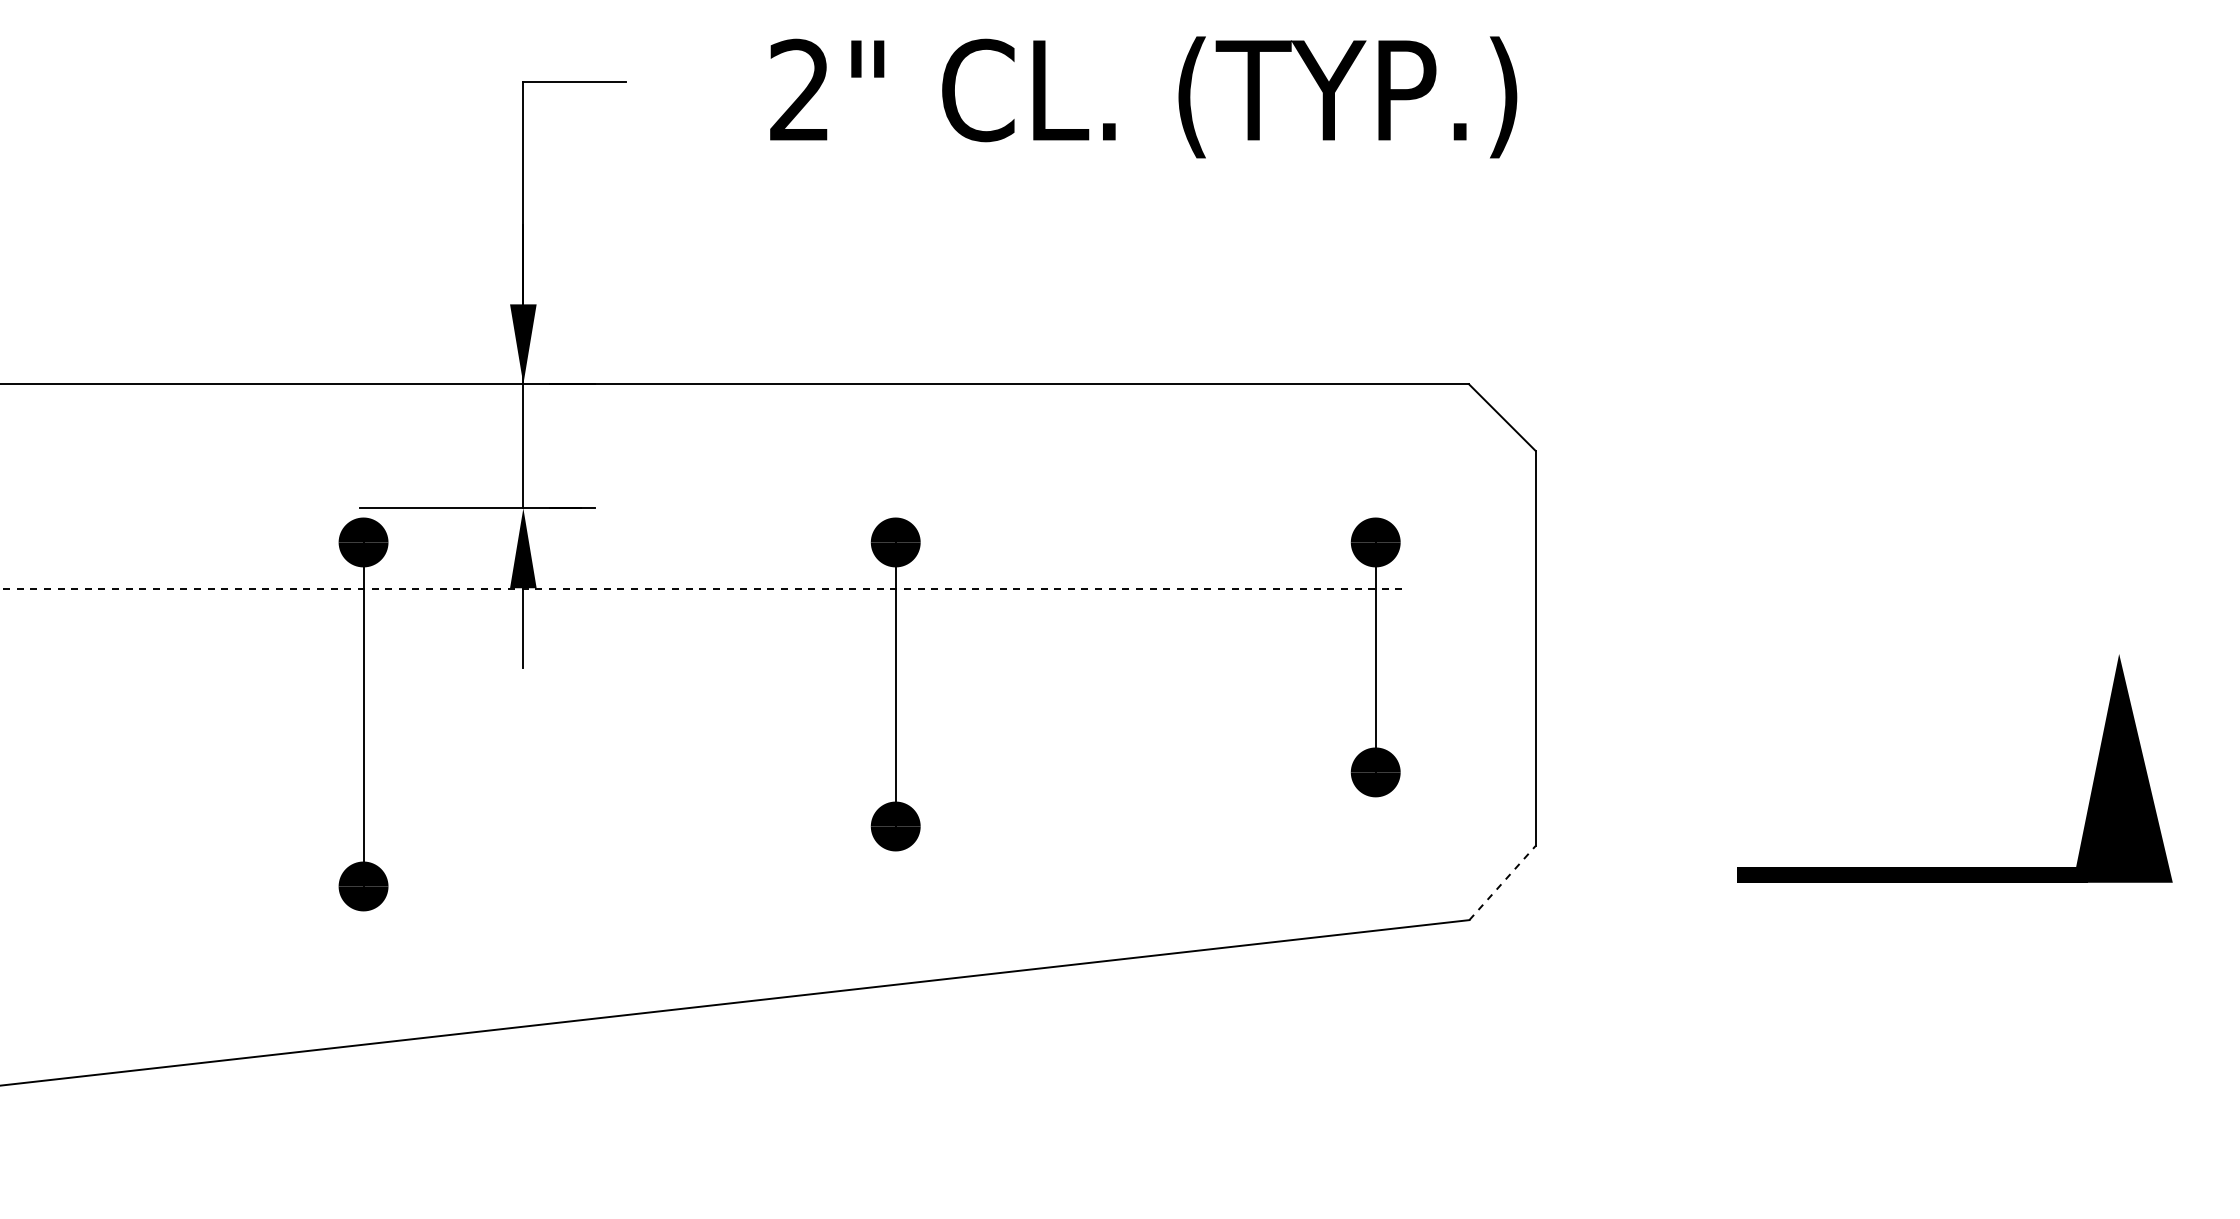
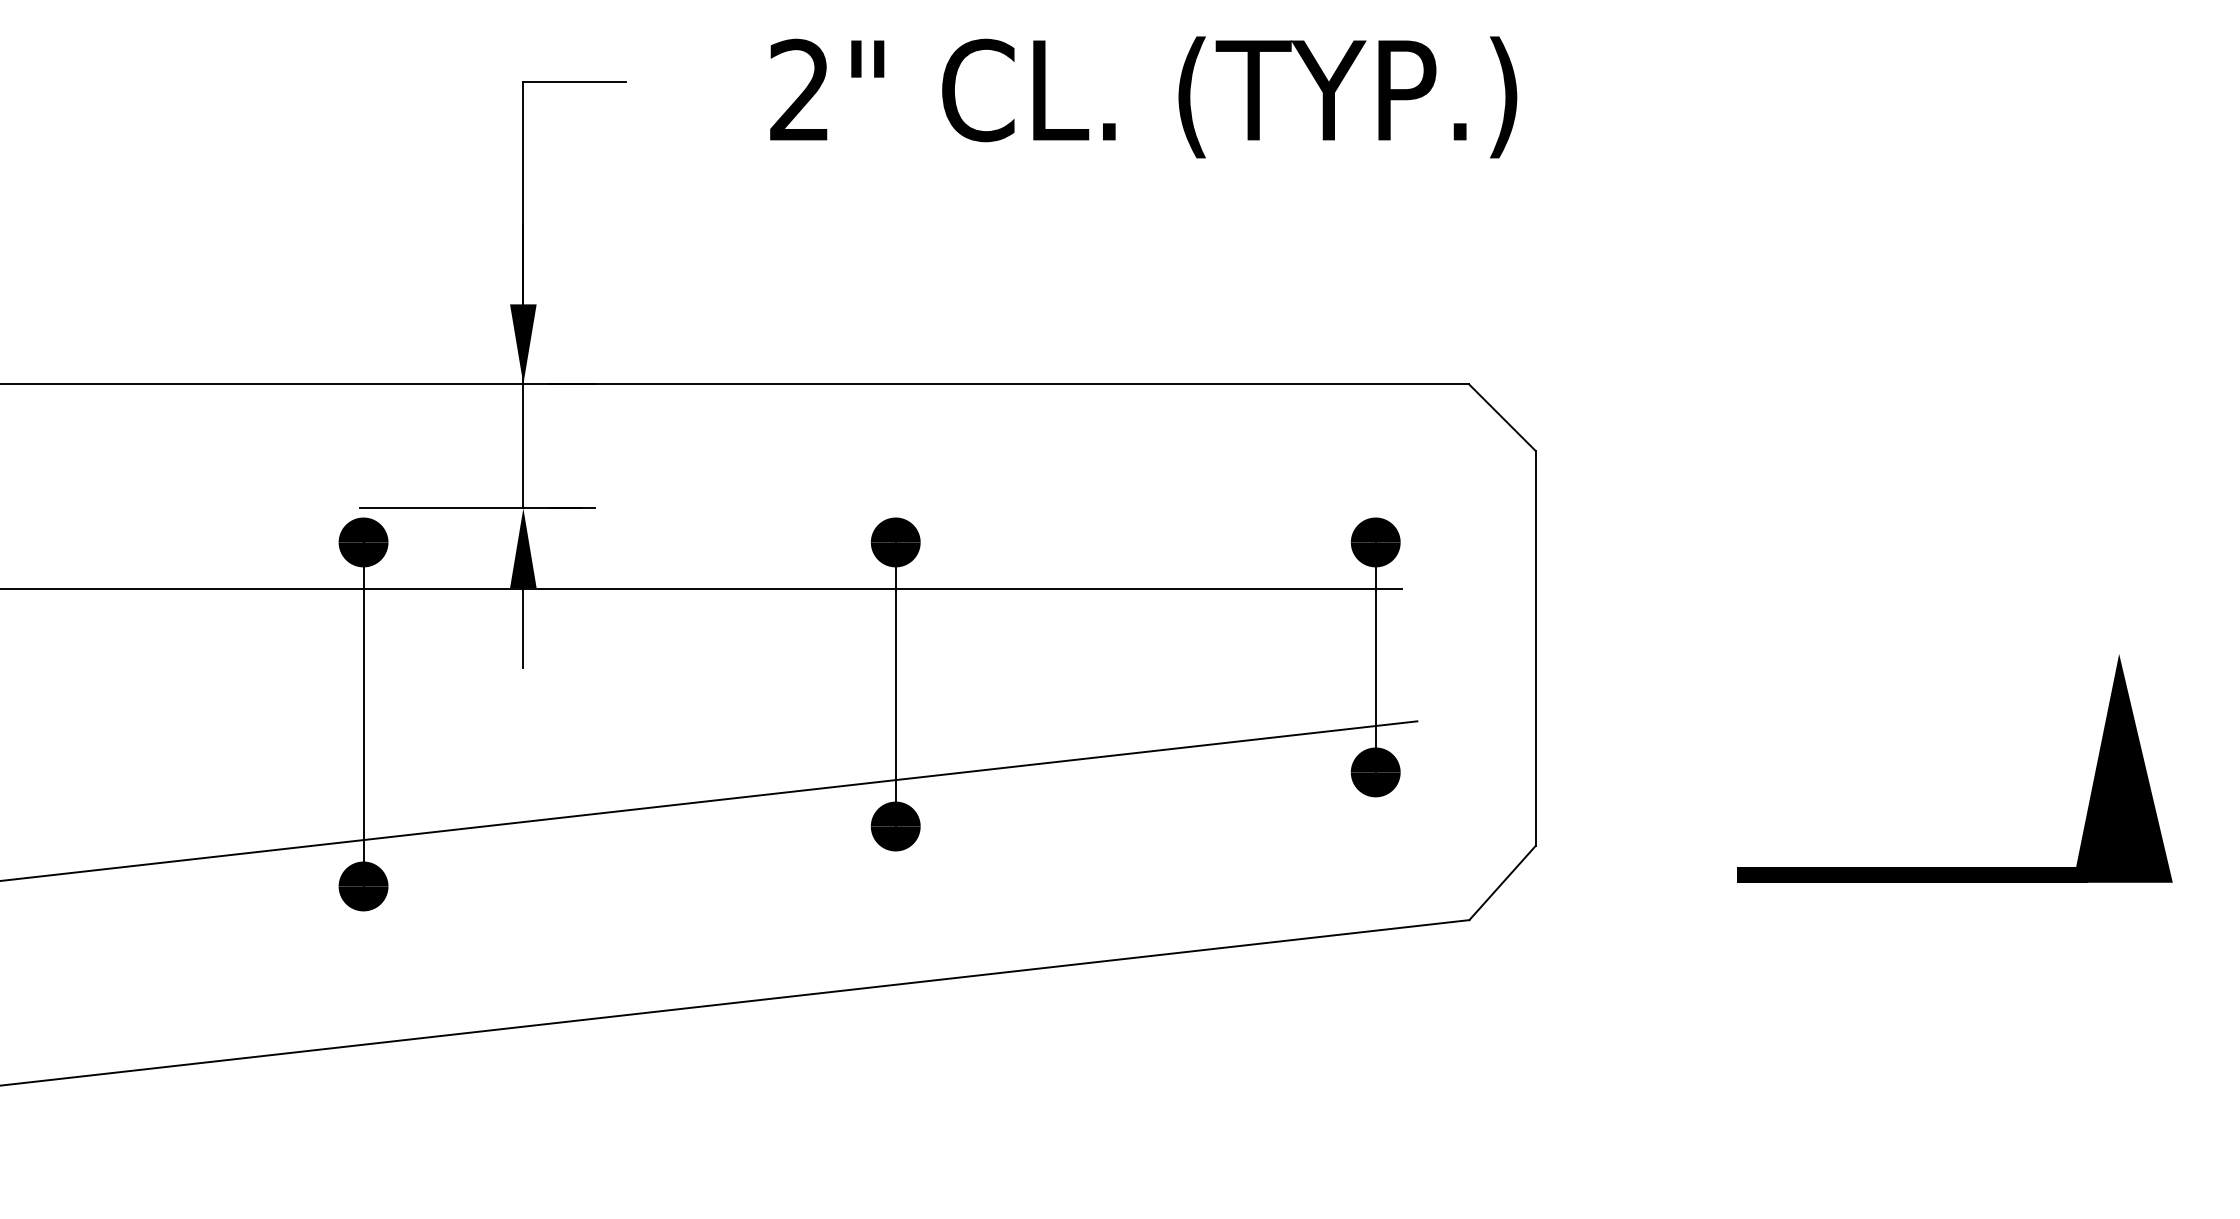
line at (701, 588): dashed -> solid
line at (709, 800): none -> present
line at (1502, 883): dashed -> solid
